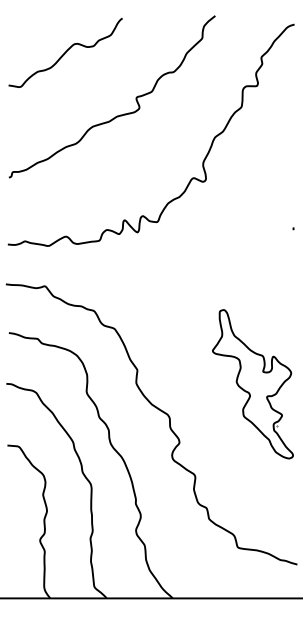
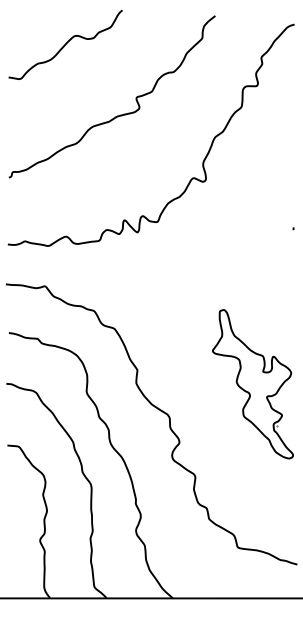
curve at (65, 52) position: (65, 52) -> (65, 44)
